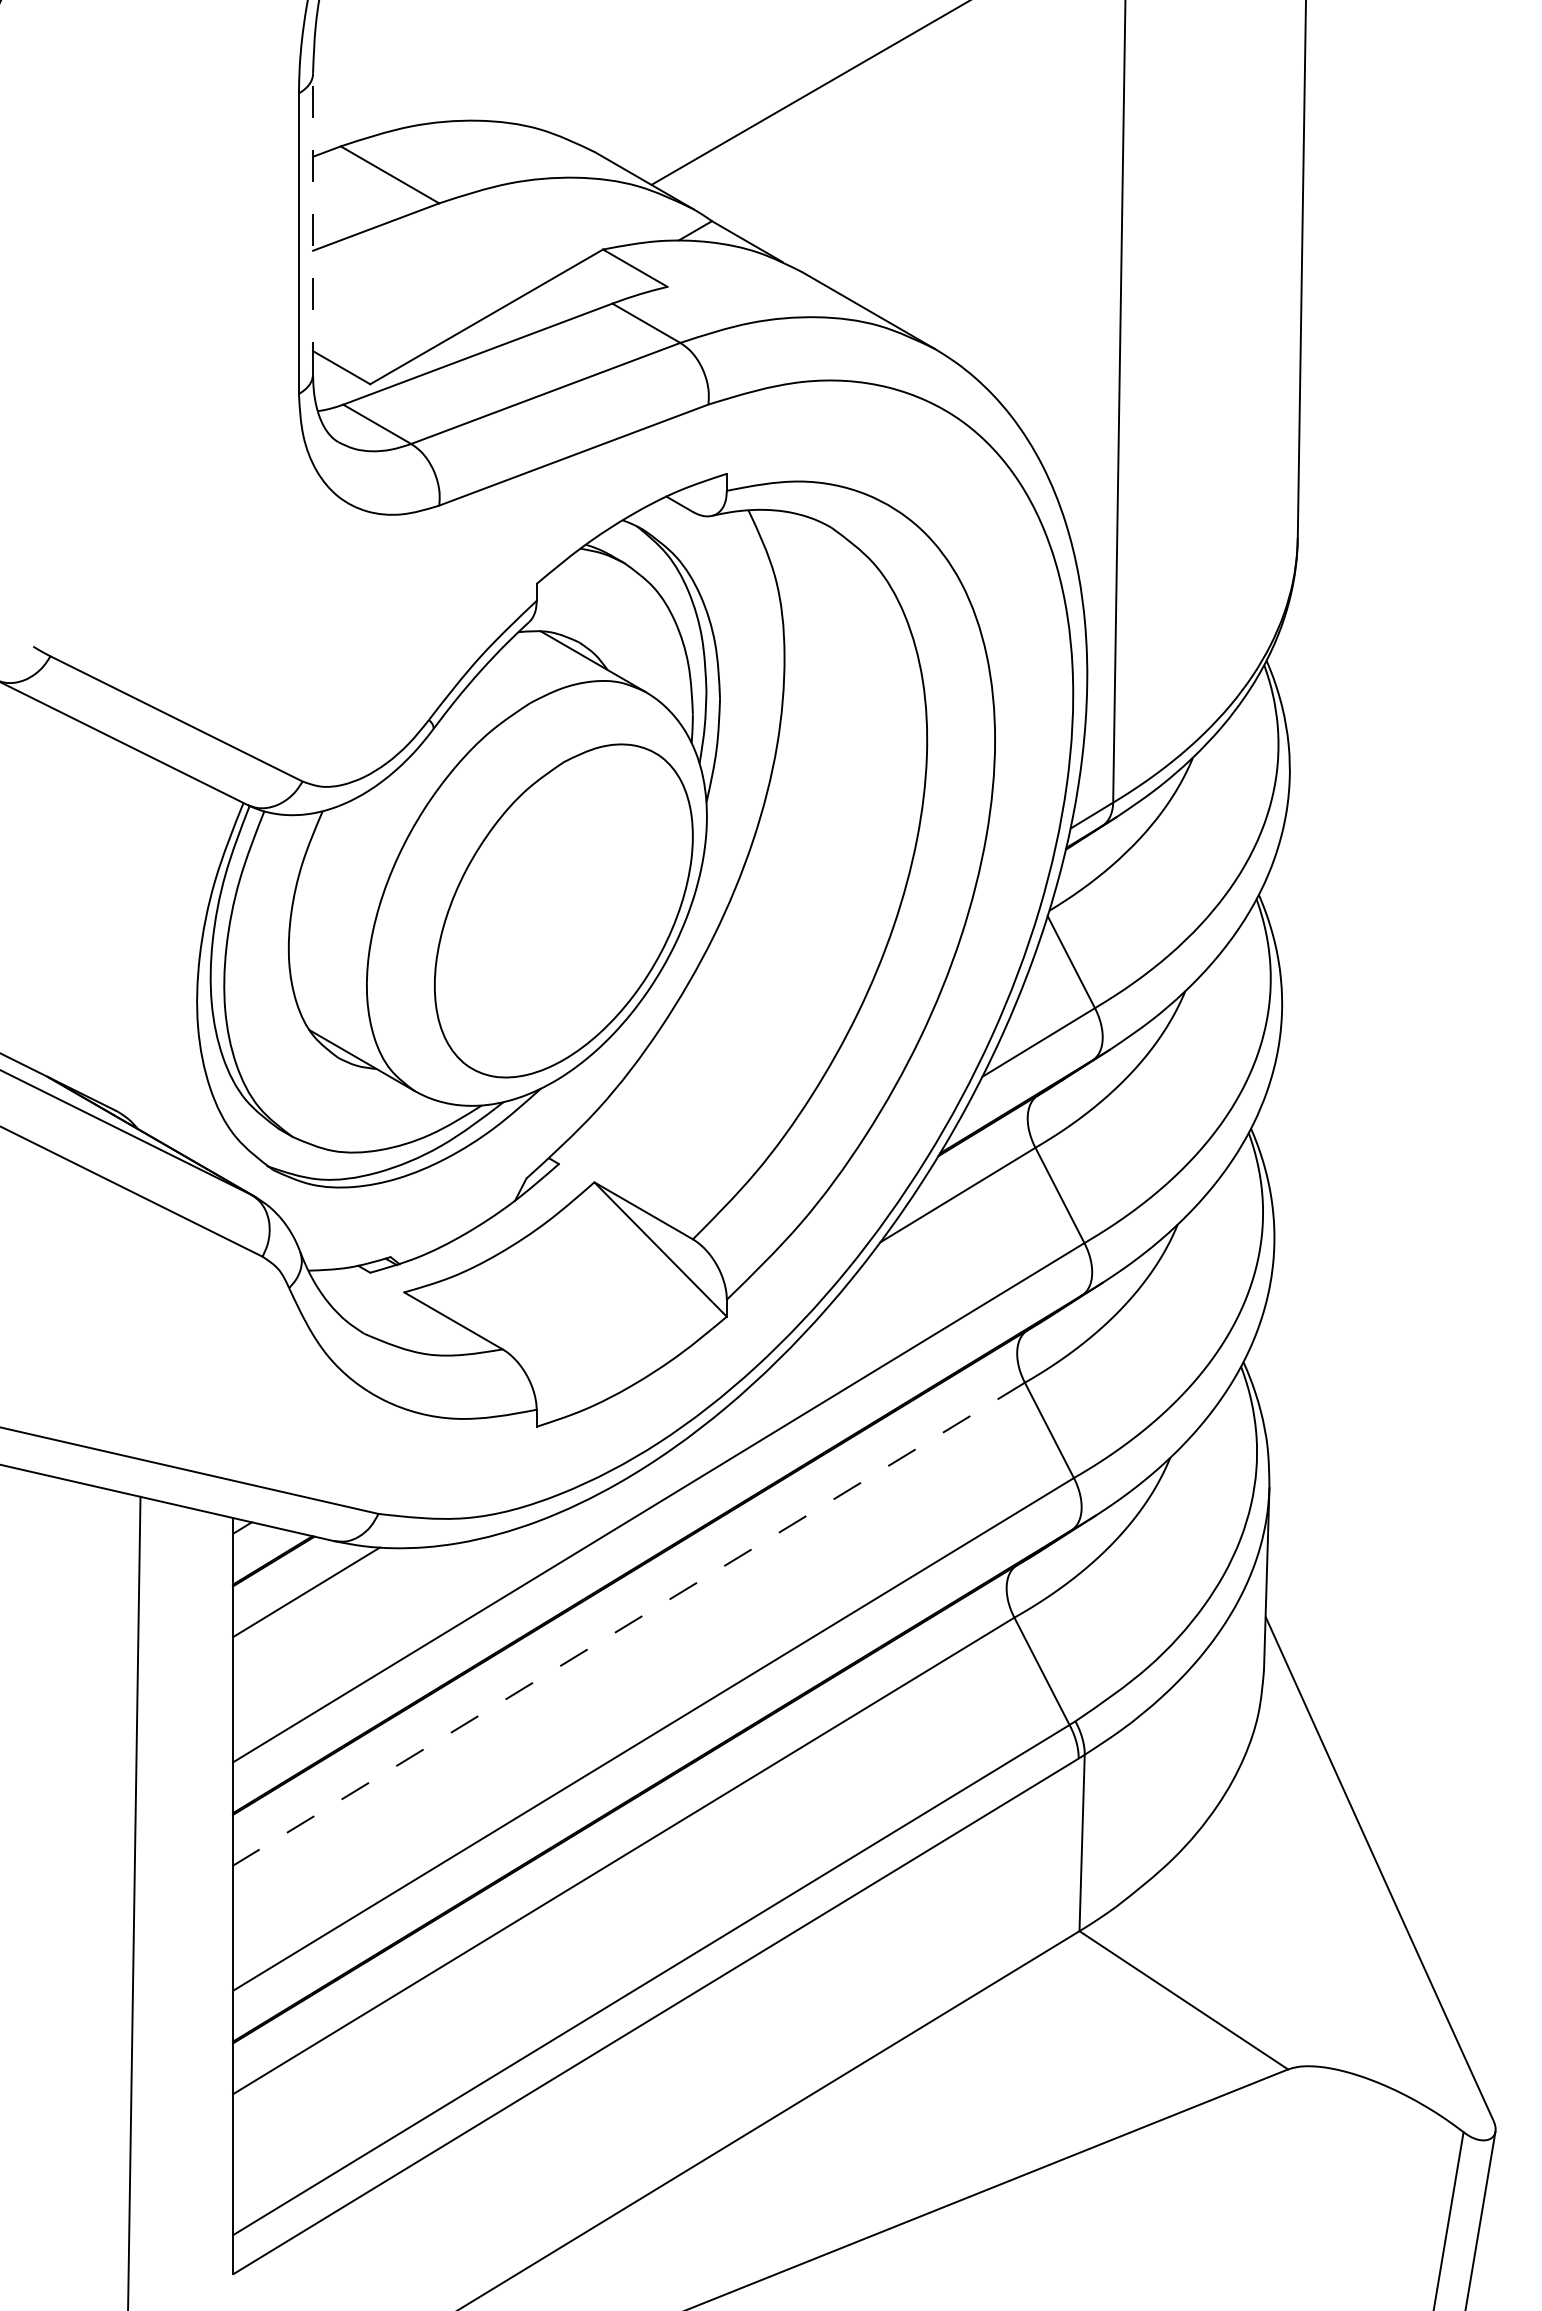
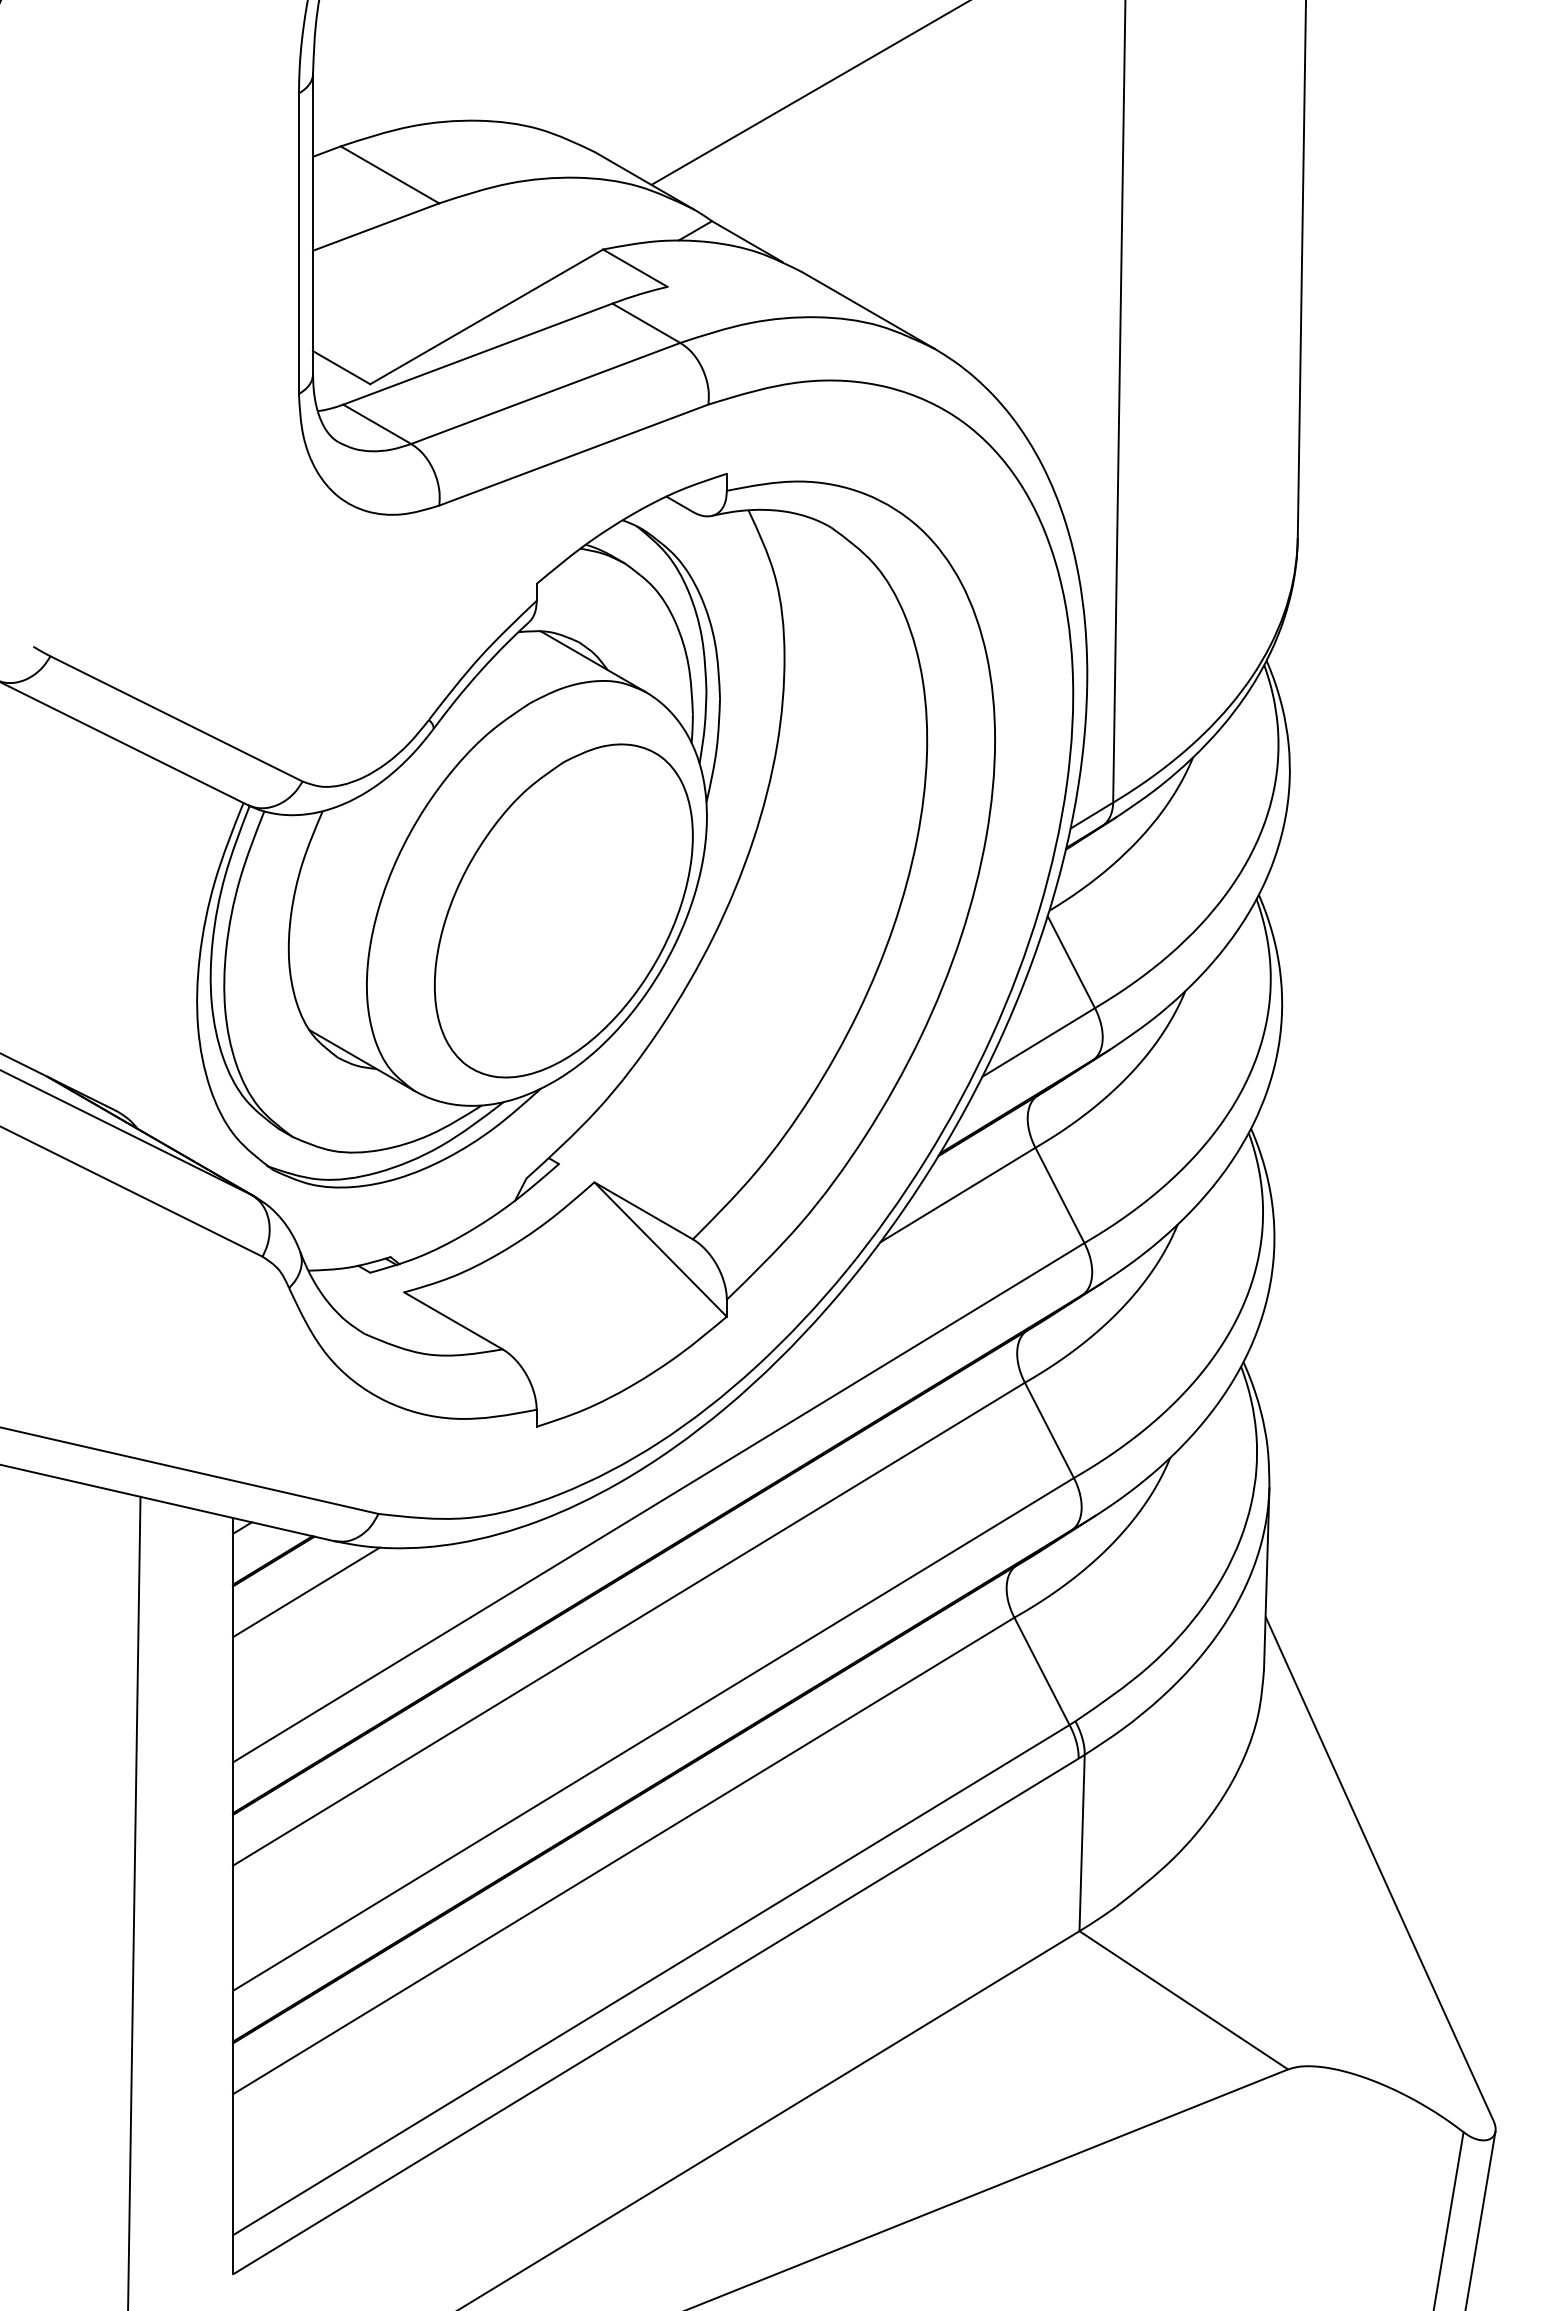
line at (313, 223): dashed -> solid
line at (628, 1624): dashed -> solid
